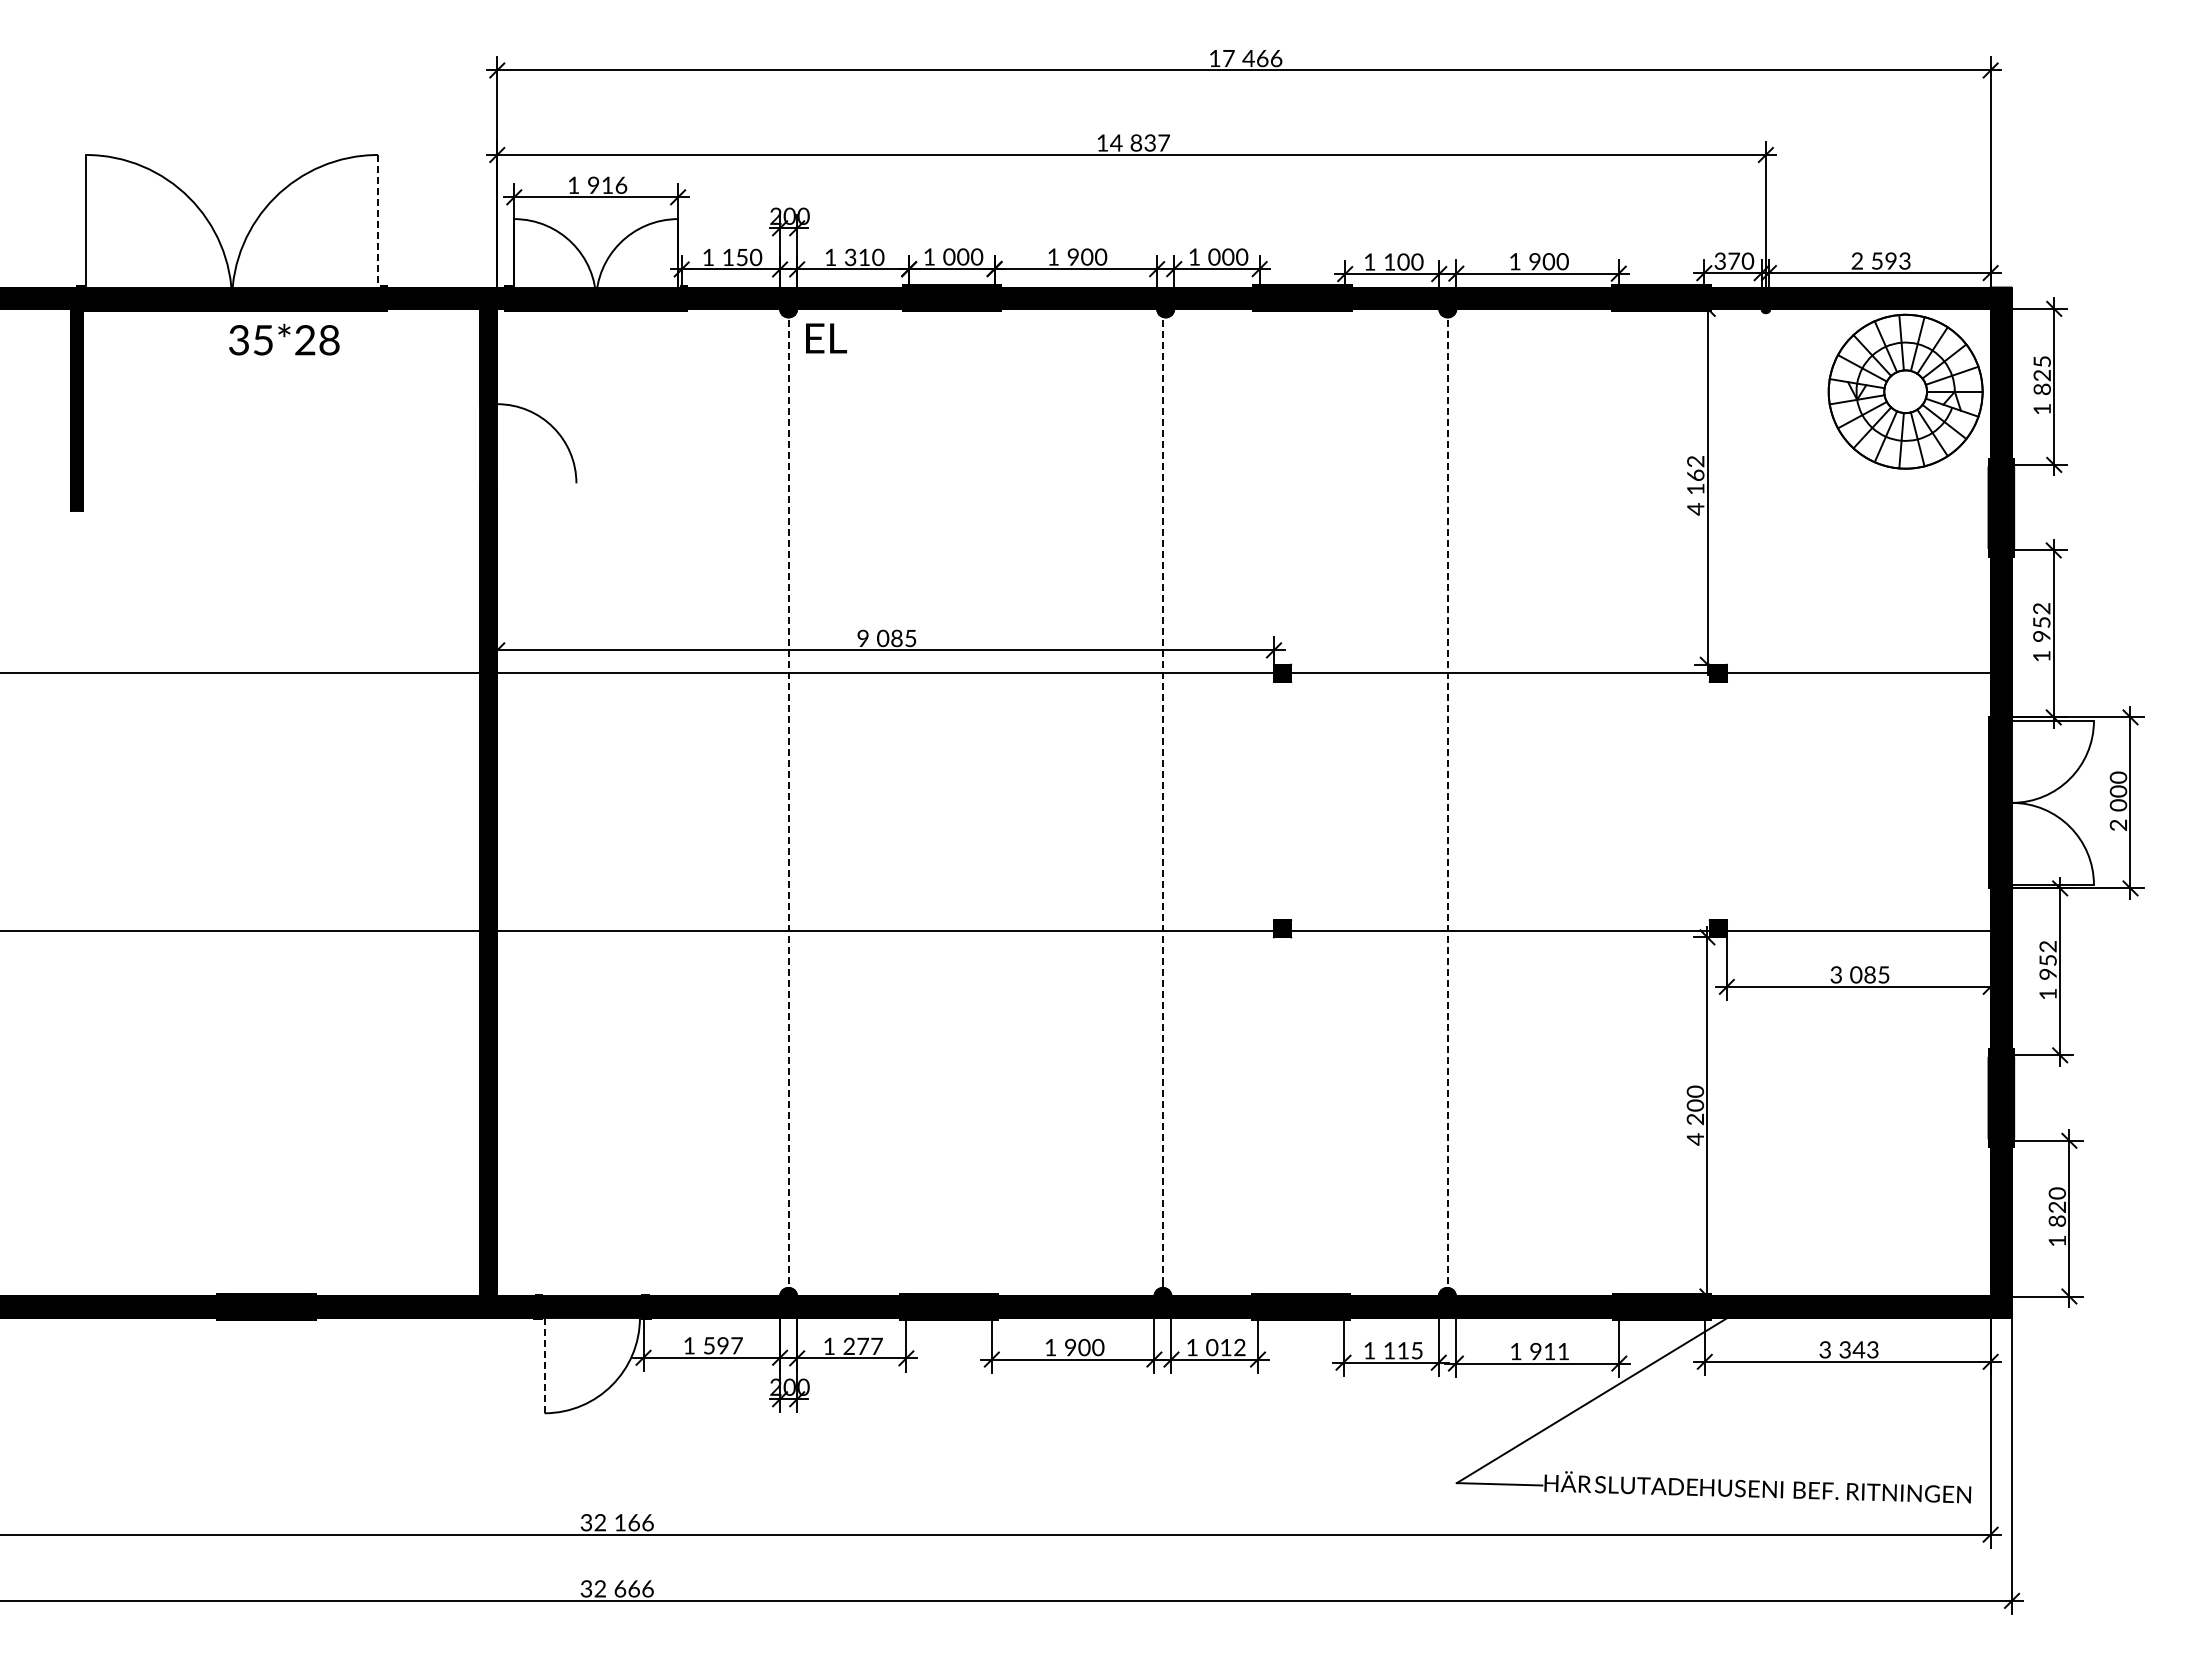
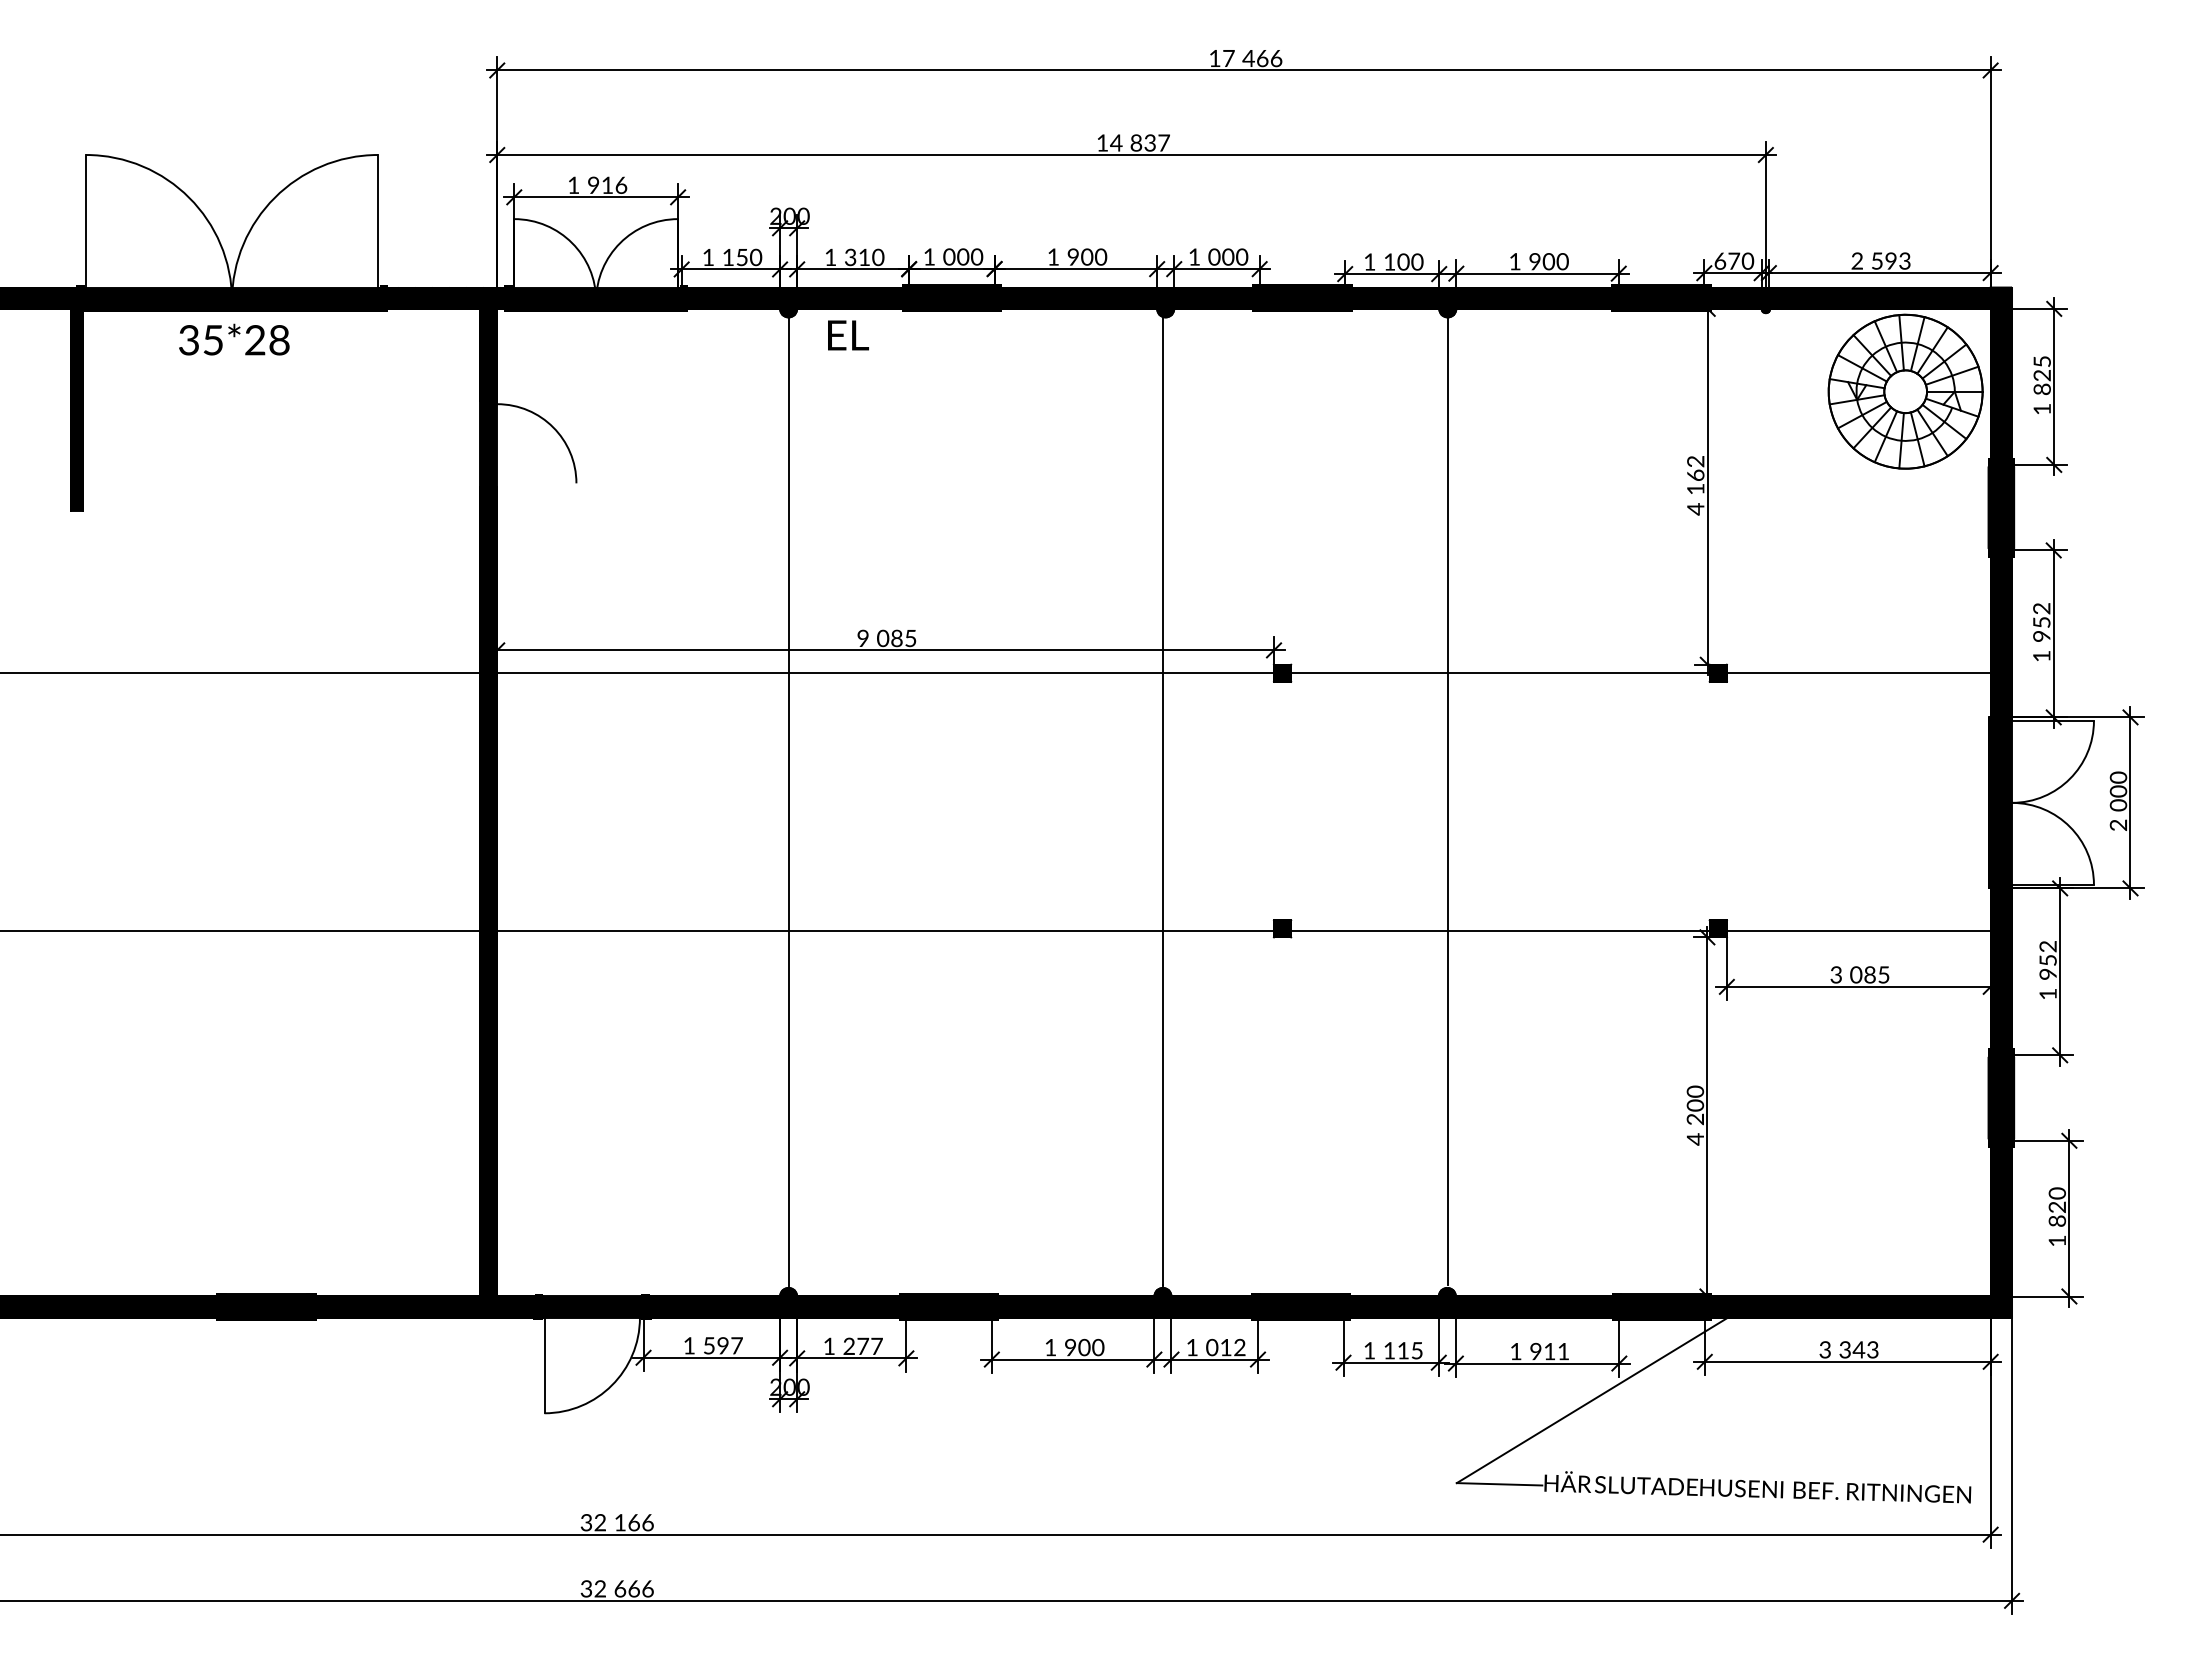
line at (378, 228): dashed -> solid
text at (1720, 260): 370 -> 670
text at (826, 338) position: (826, 338) -> (848, 335)
text at (284, 339) position: (284, 339) -> (234, 339)
line at (1162, 797): dashed -> solid
line at (1447, 797): dashed -> solid
line at (788, 802): dashed -> solid
line at (544, 1365): dashed -> solid
